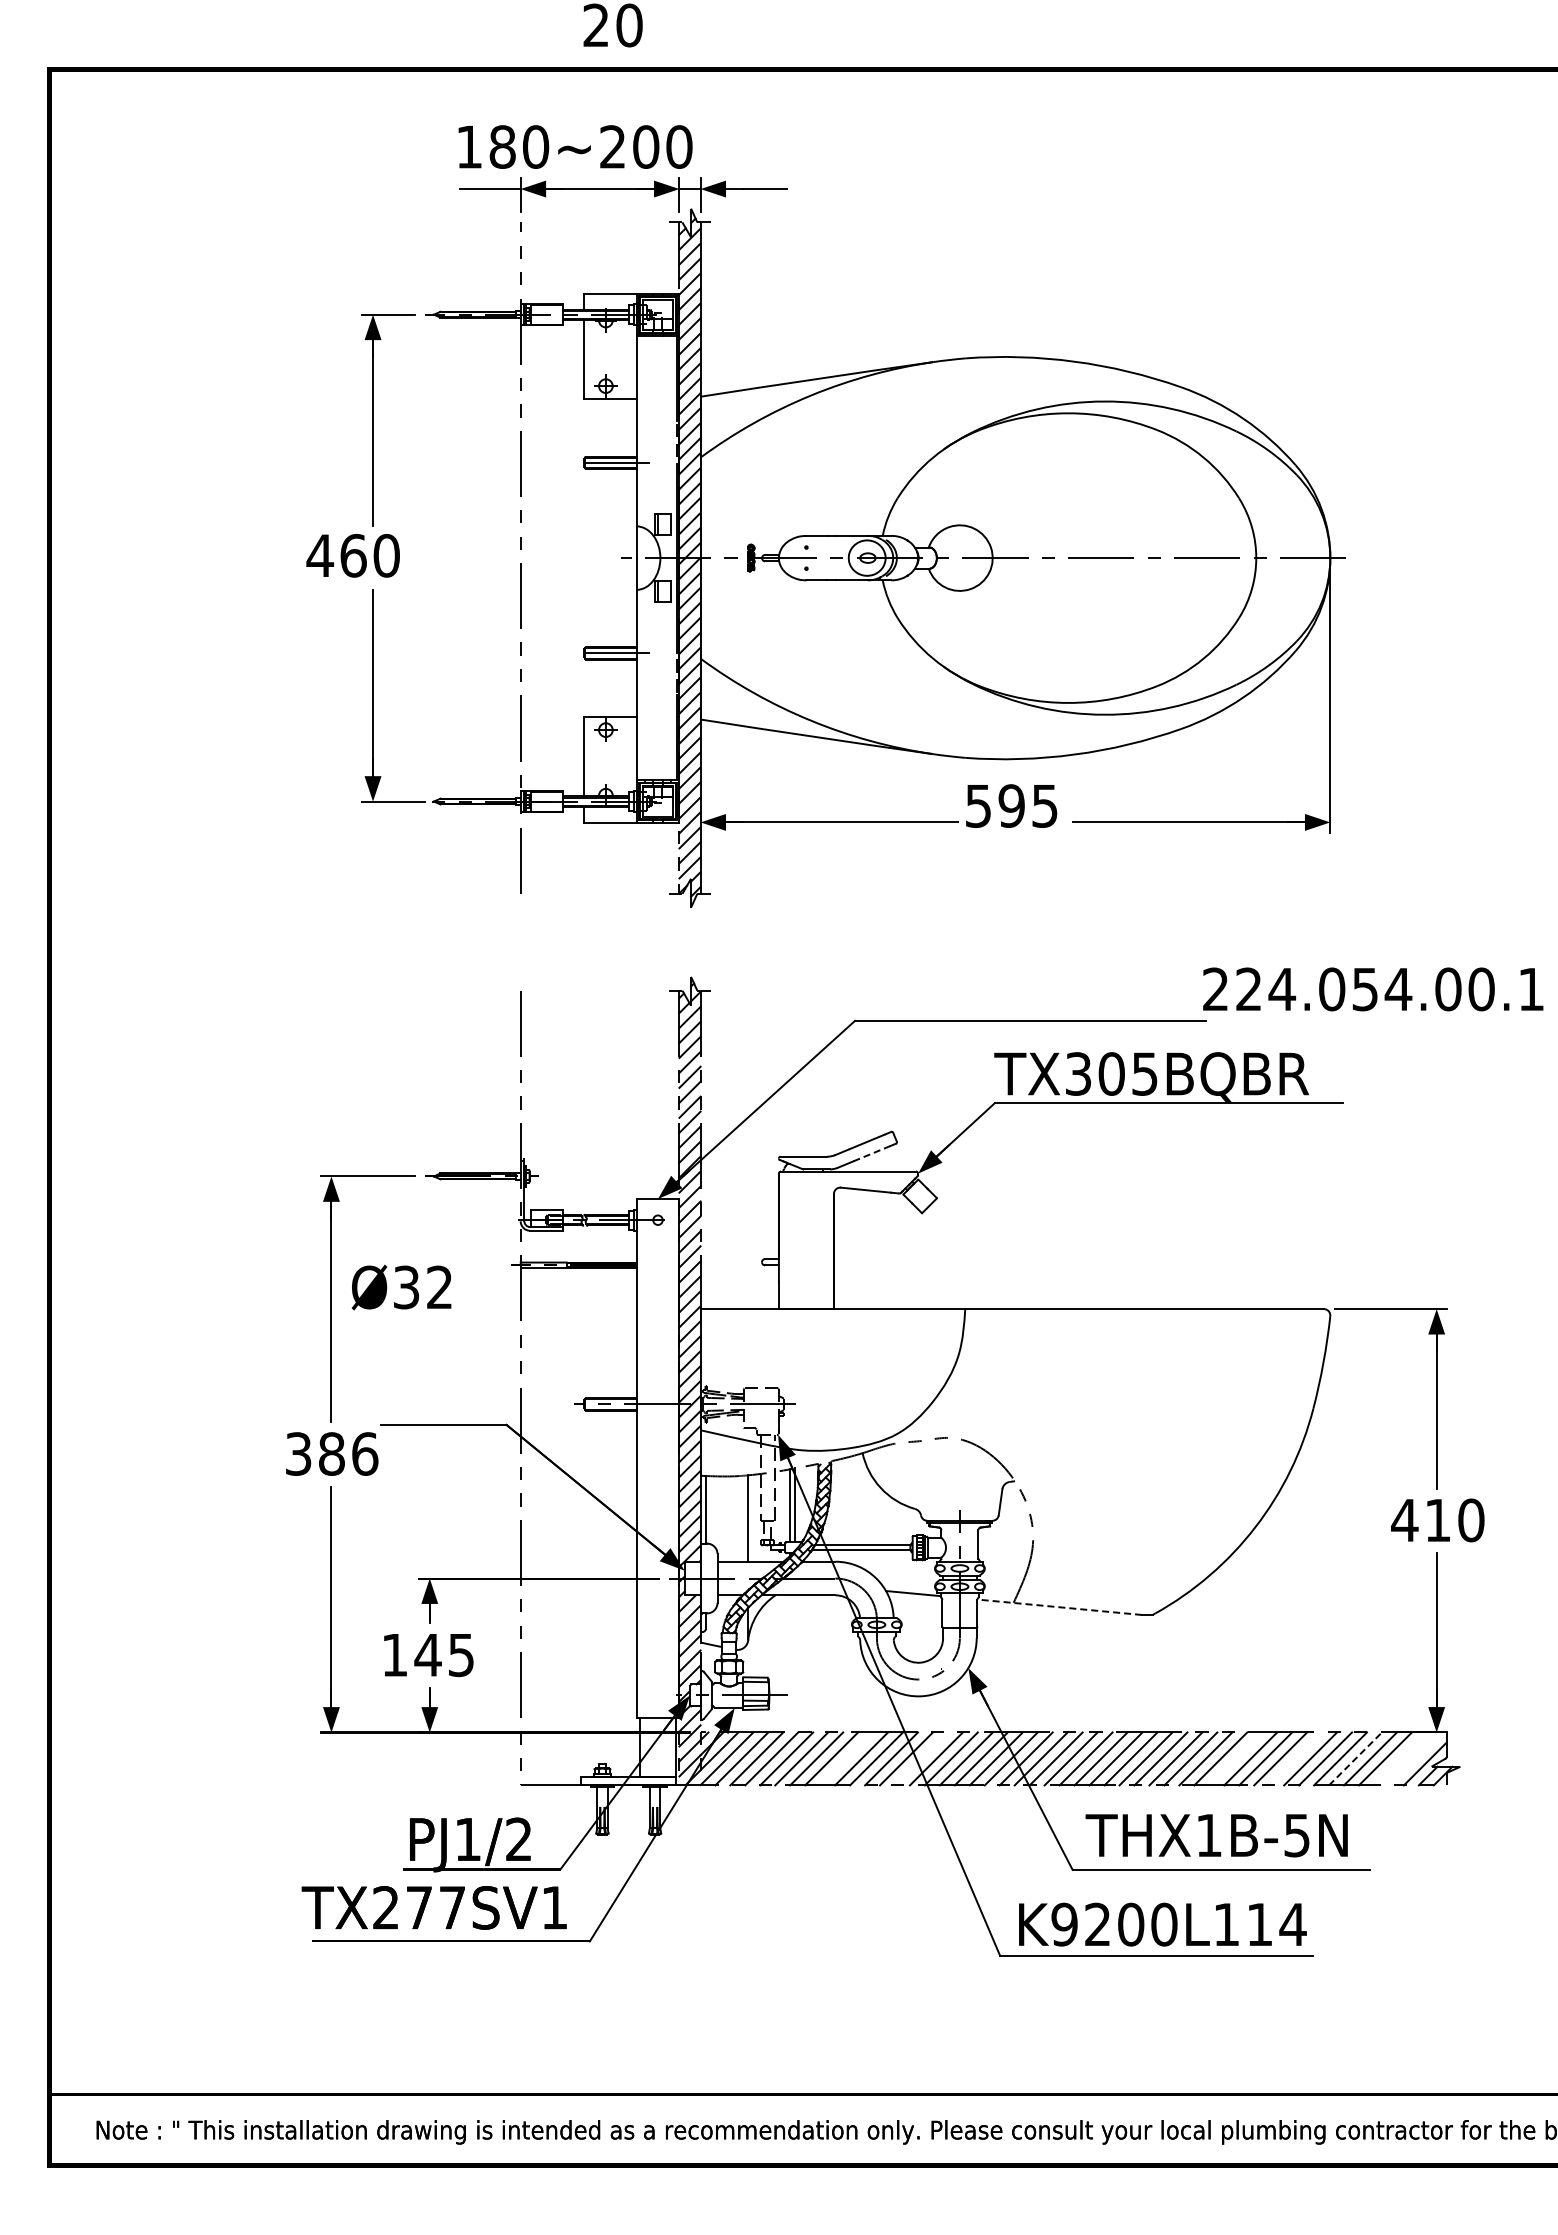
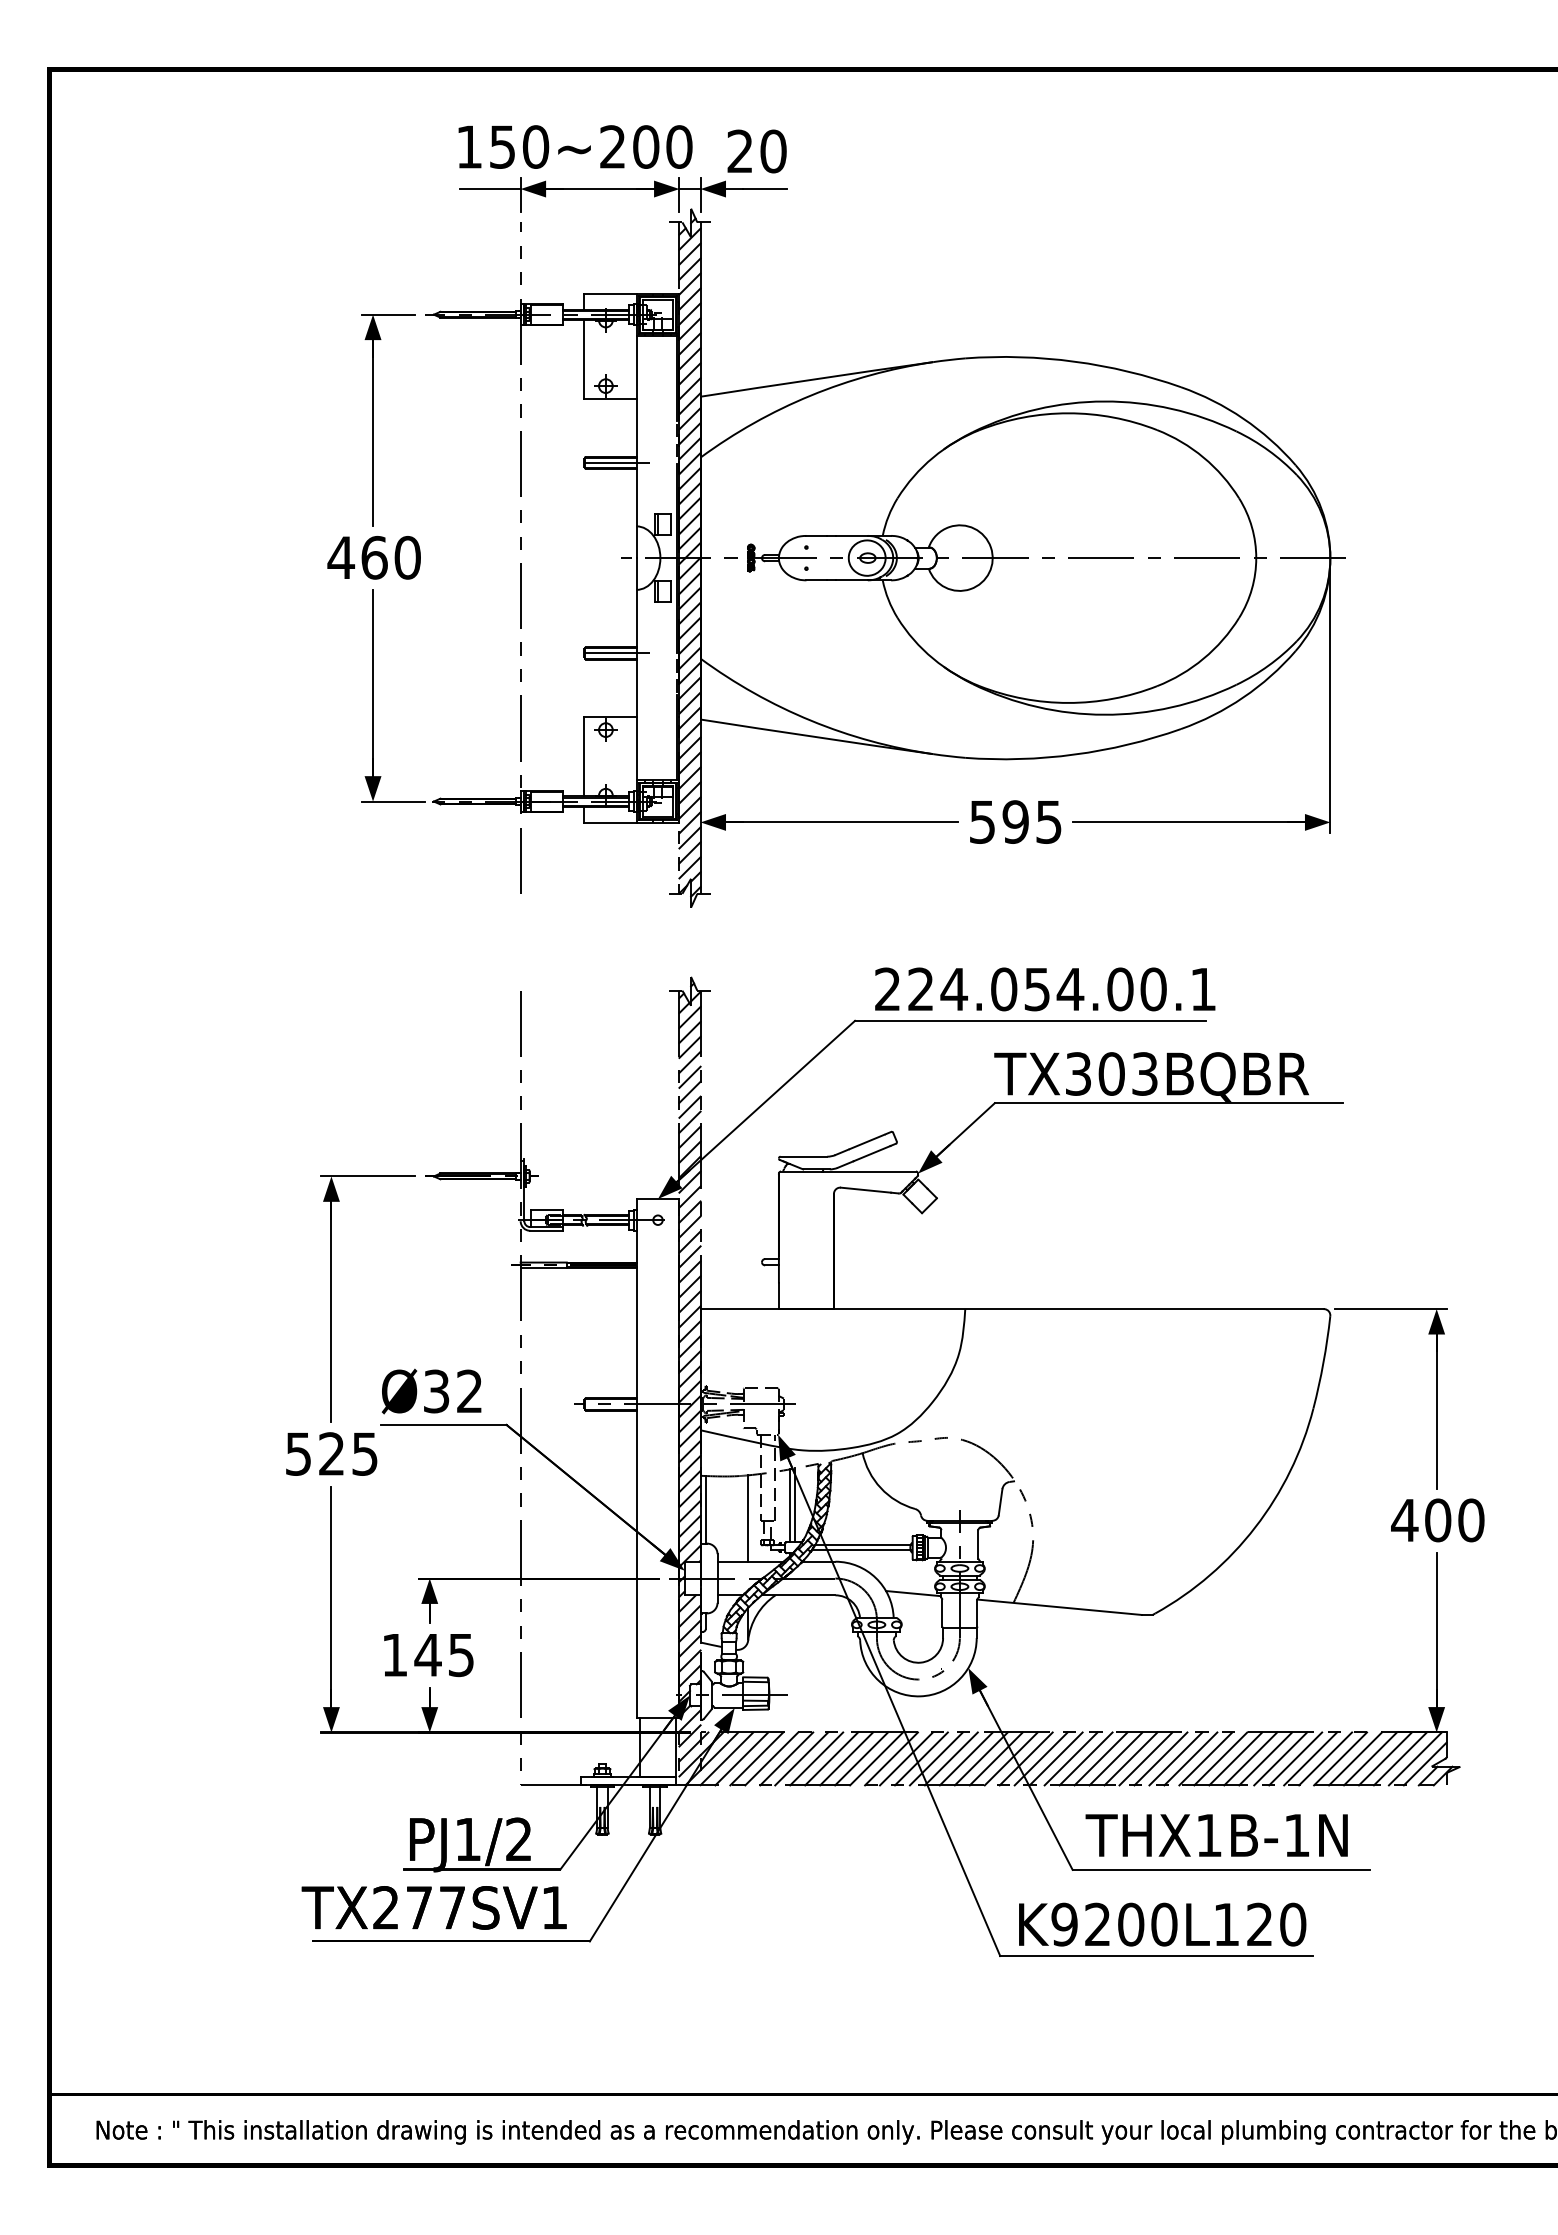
text at (612, 25) position: (612, 25) -> (756, 151)
text at (502, 146): 180~200 -> 150~200
text at (352, 555) position: (352, 555) -> (373, 557)
text at (1011, 805) position: (1011, 805) -> (1015, 821)
text at (1373, 989) position: (1373, 989) -> (1045, 989)
text at (1144, 1073): TX305BQBR -> TX303BQBR
line at (872, 1153): dashed -> solid
text at (401, 1287) position: (401, 1287) -> (431, 1391)
text at (332, 1453): 386 -> 525
text at (1438, 1520): 410 -> 400
line at (1059, 1607): dashed -> solid
line at (846, 1758): none -> present
line at (920, 1758): none -> present
line at (1235, 1758): none -> present
line at (1295, 1758): none -> present
line at (1355, 1758): dashed -> solid
line at (1399, 1758): none -> present
line at (1414, 1758): none -> present
text at (1296, 1835): THX1B-5N -> THX1B-1N
text at (1276, 1924): K9200L114 -> K9200L120
